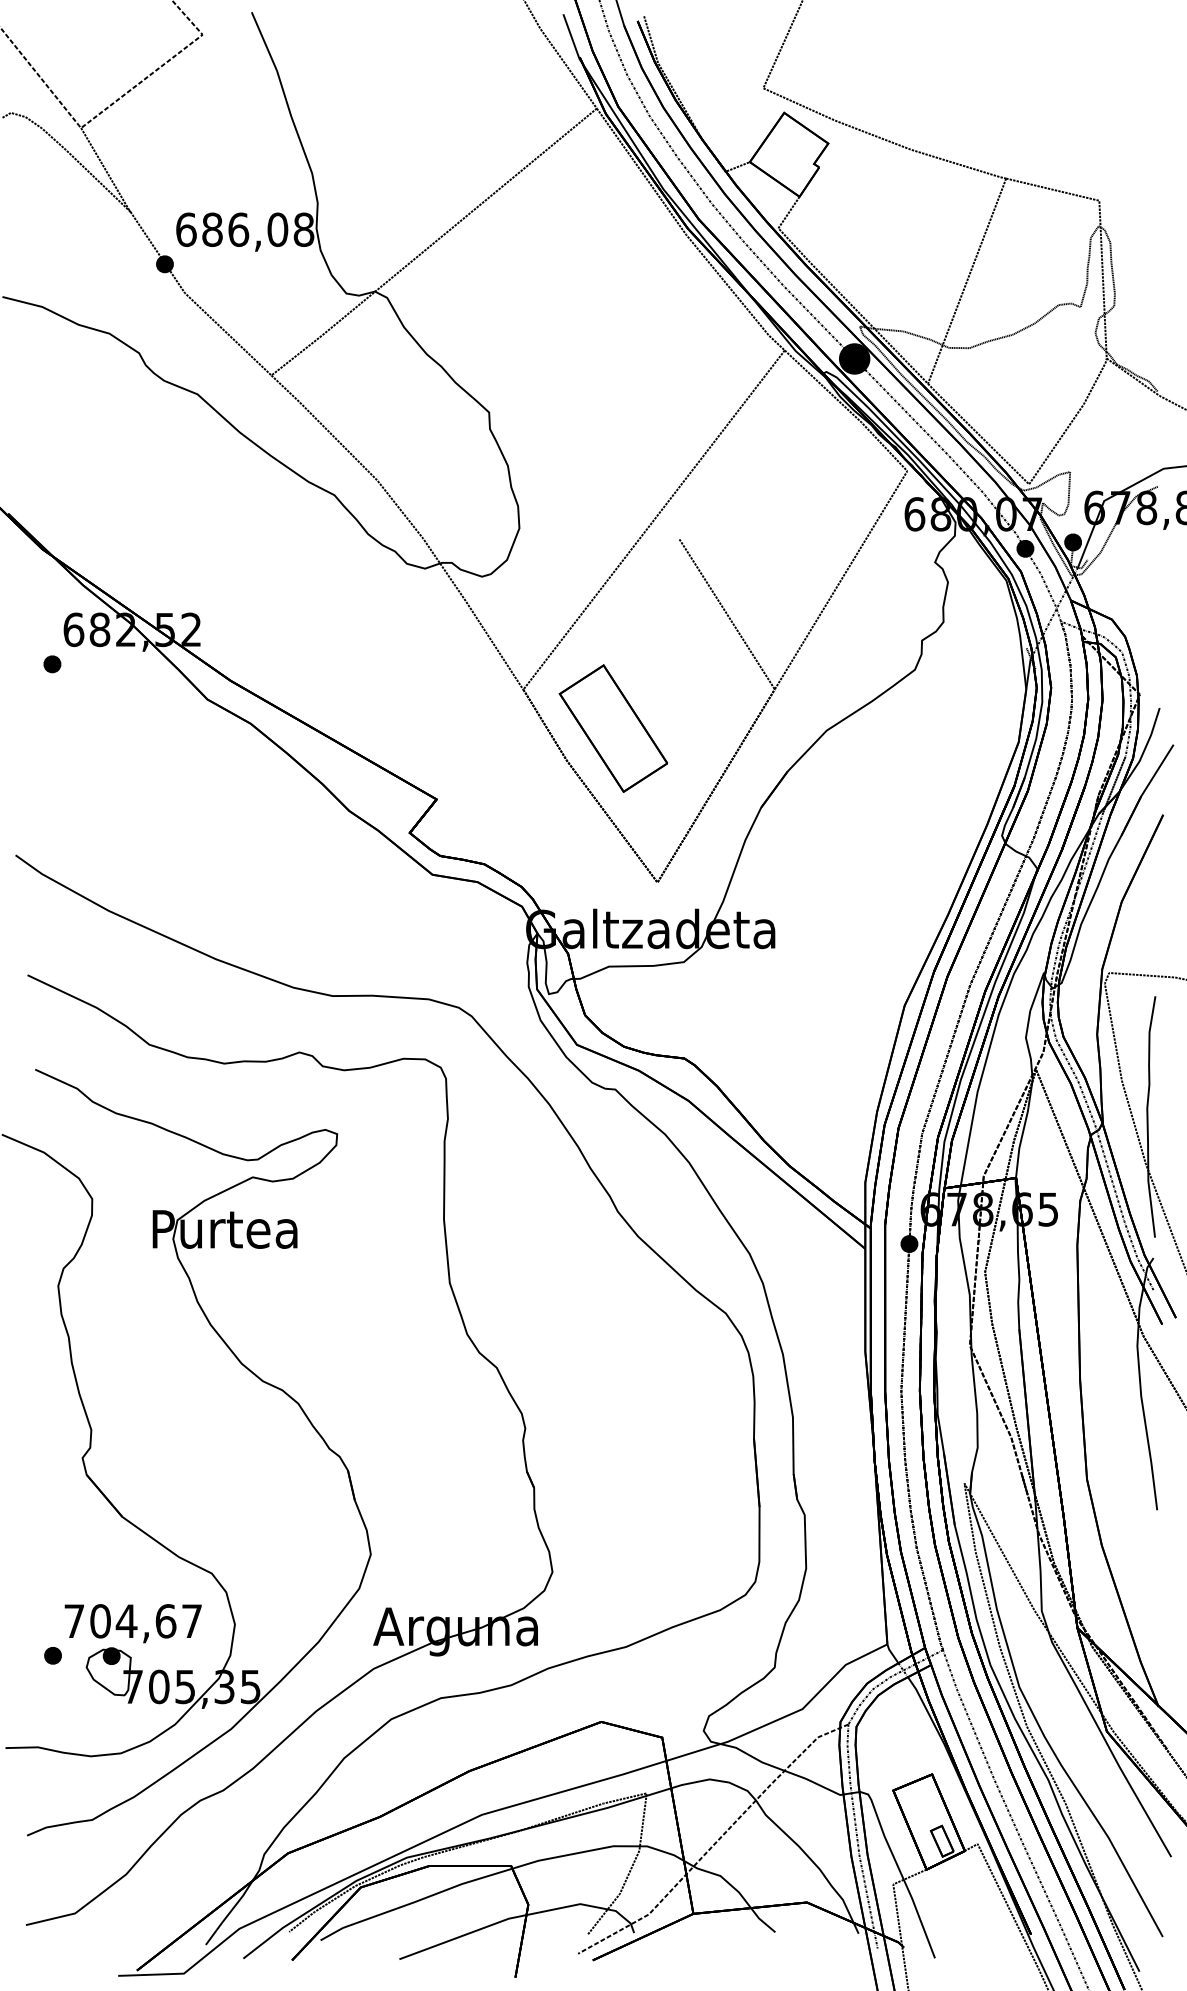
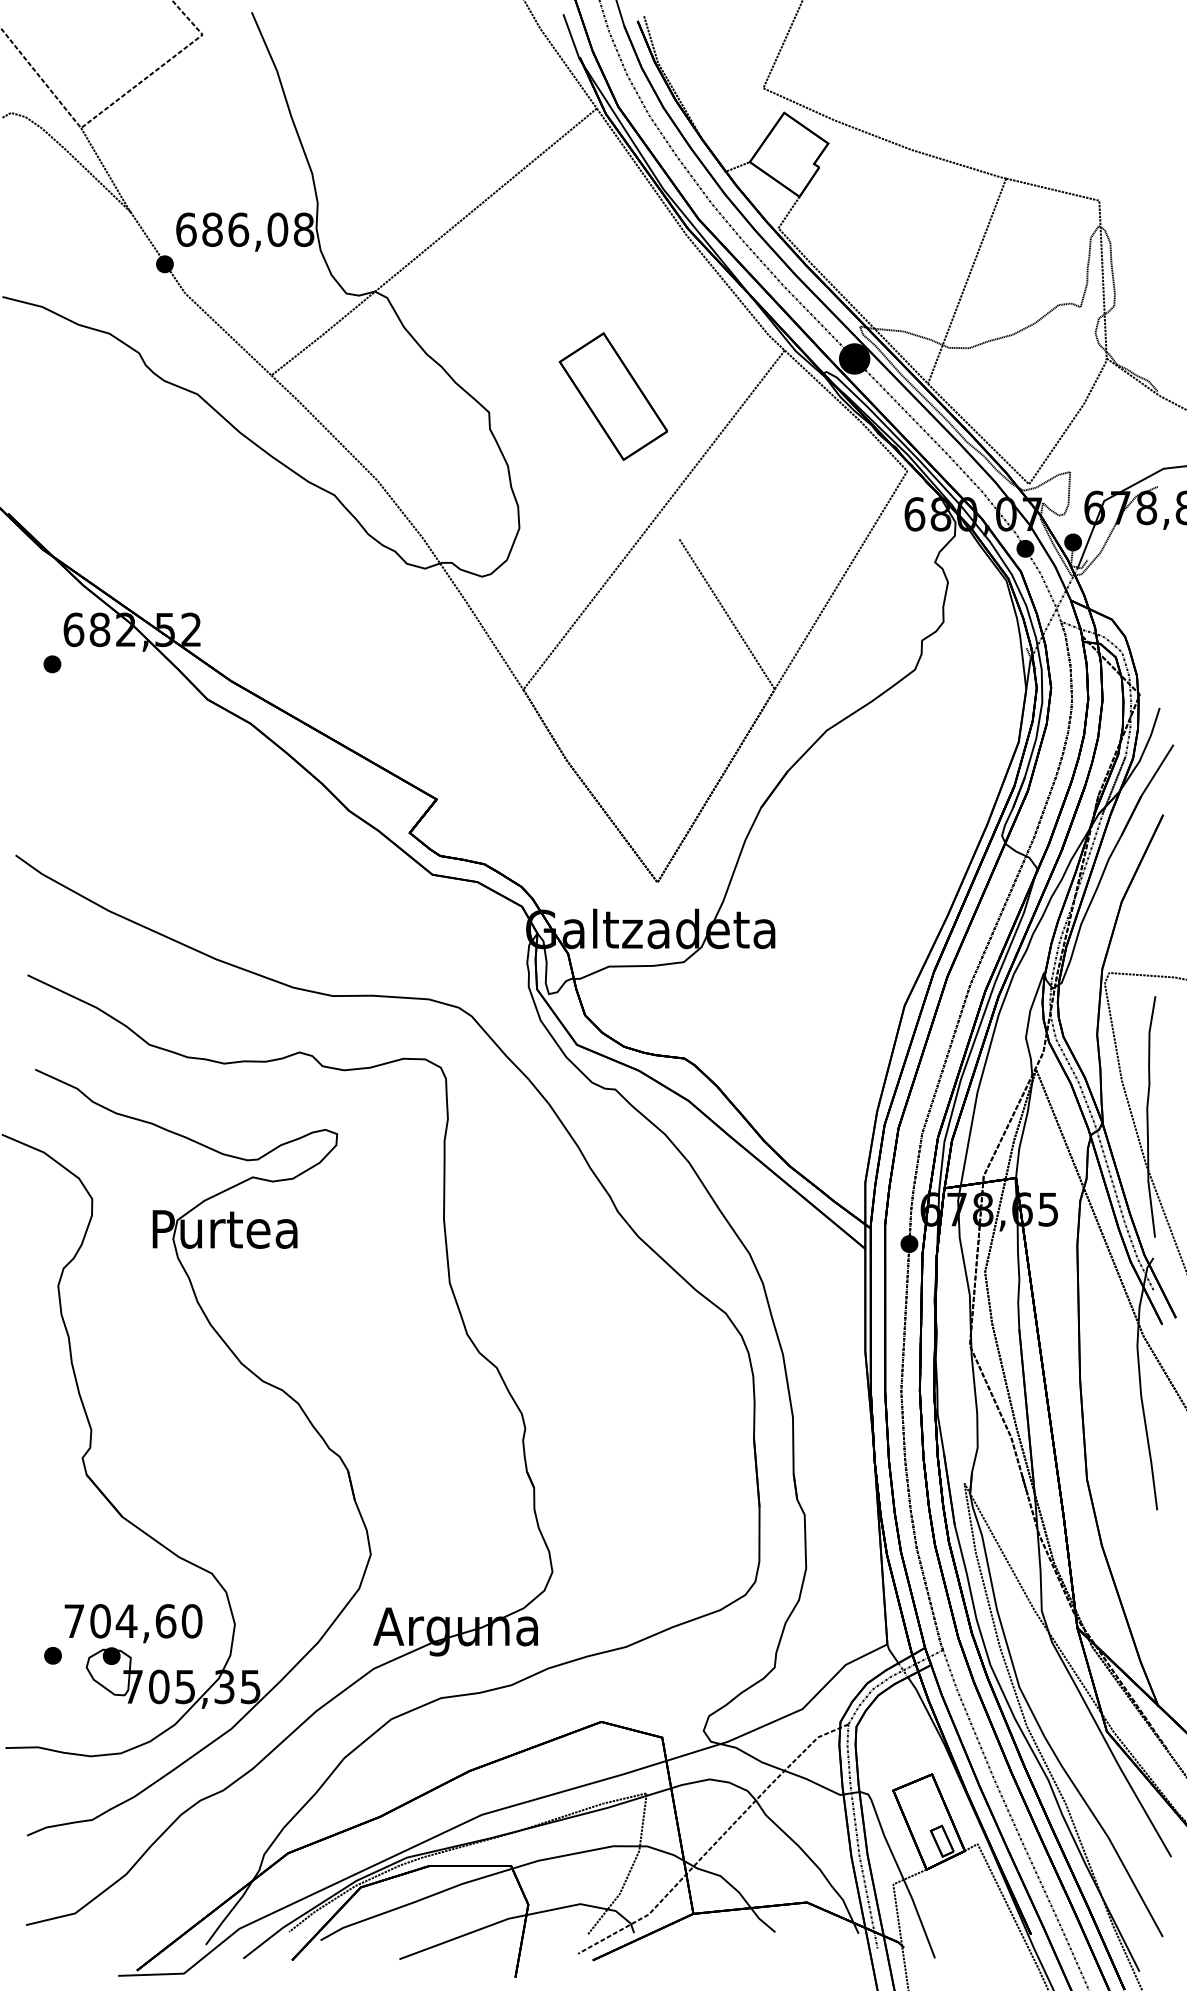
part at (612, 728) position: (612, 728) -> (612, 396)
text at (191, 1621): 704,67 -> 704,60
